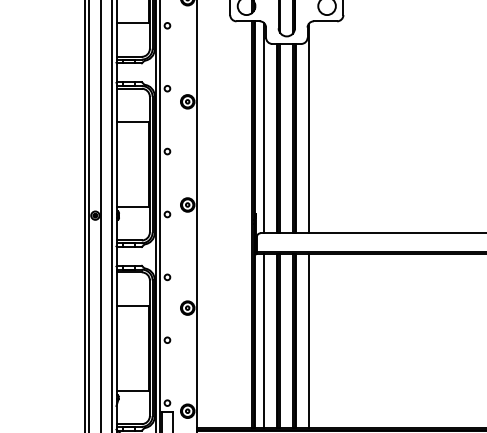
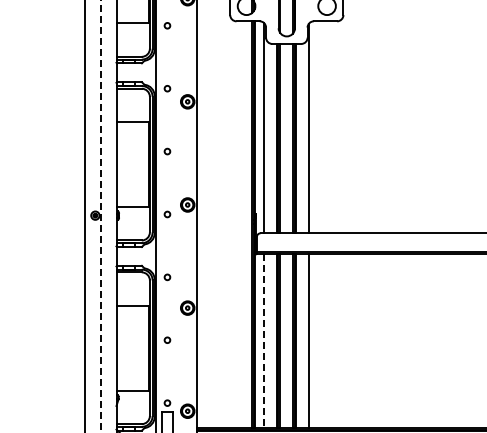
line at (89, 215): present -> none
line at (111, 215): present -> none
line at (159, 215): present -> none
line at (101, 216): solid -> dashed
line at (264, 341): solid -> dashed
